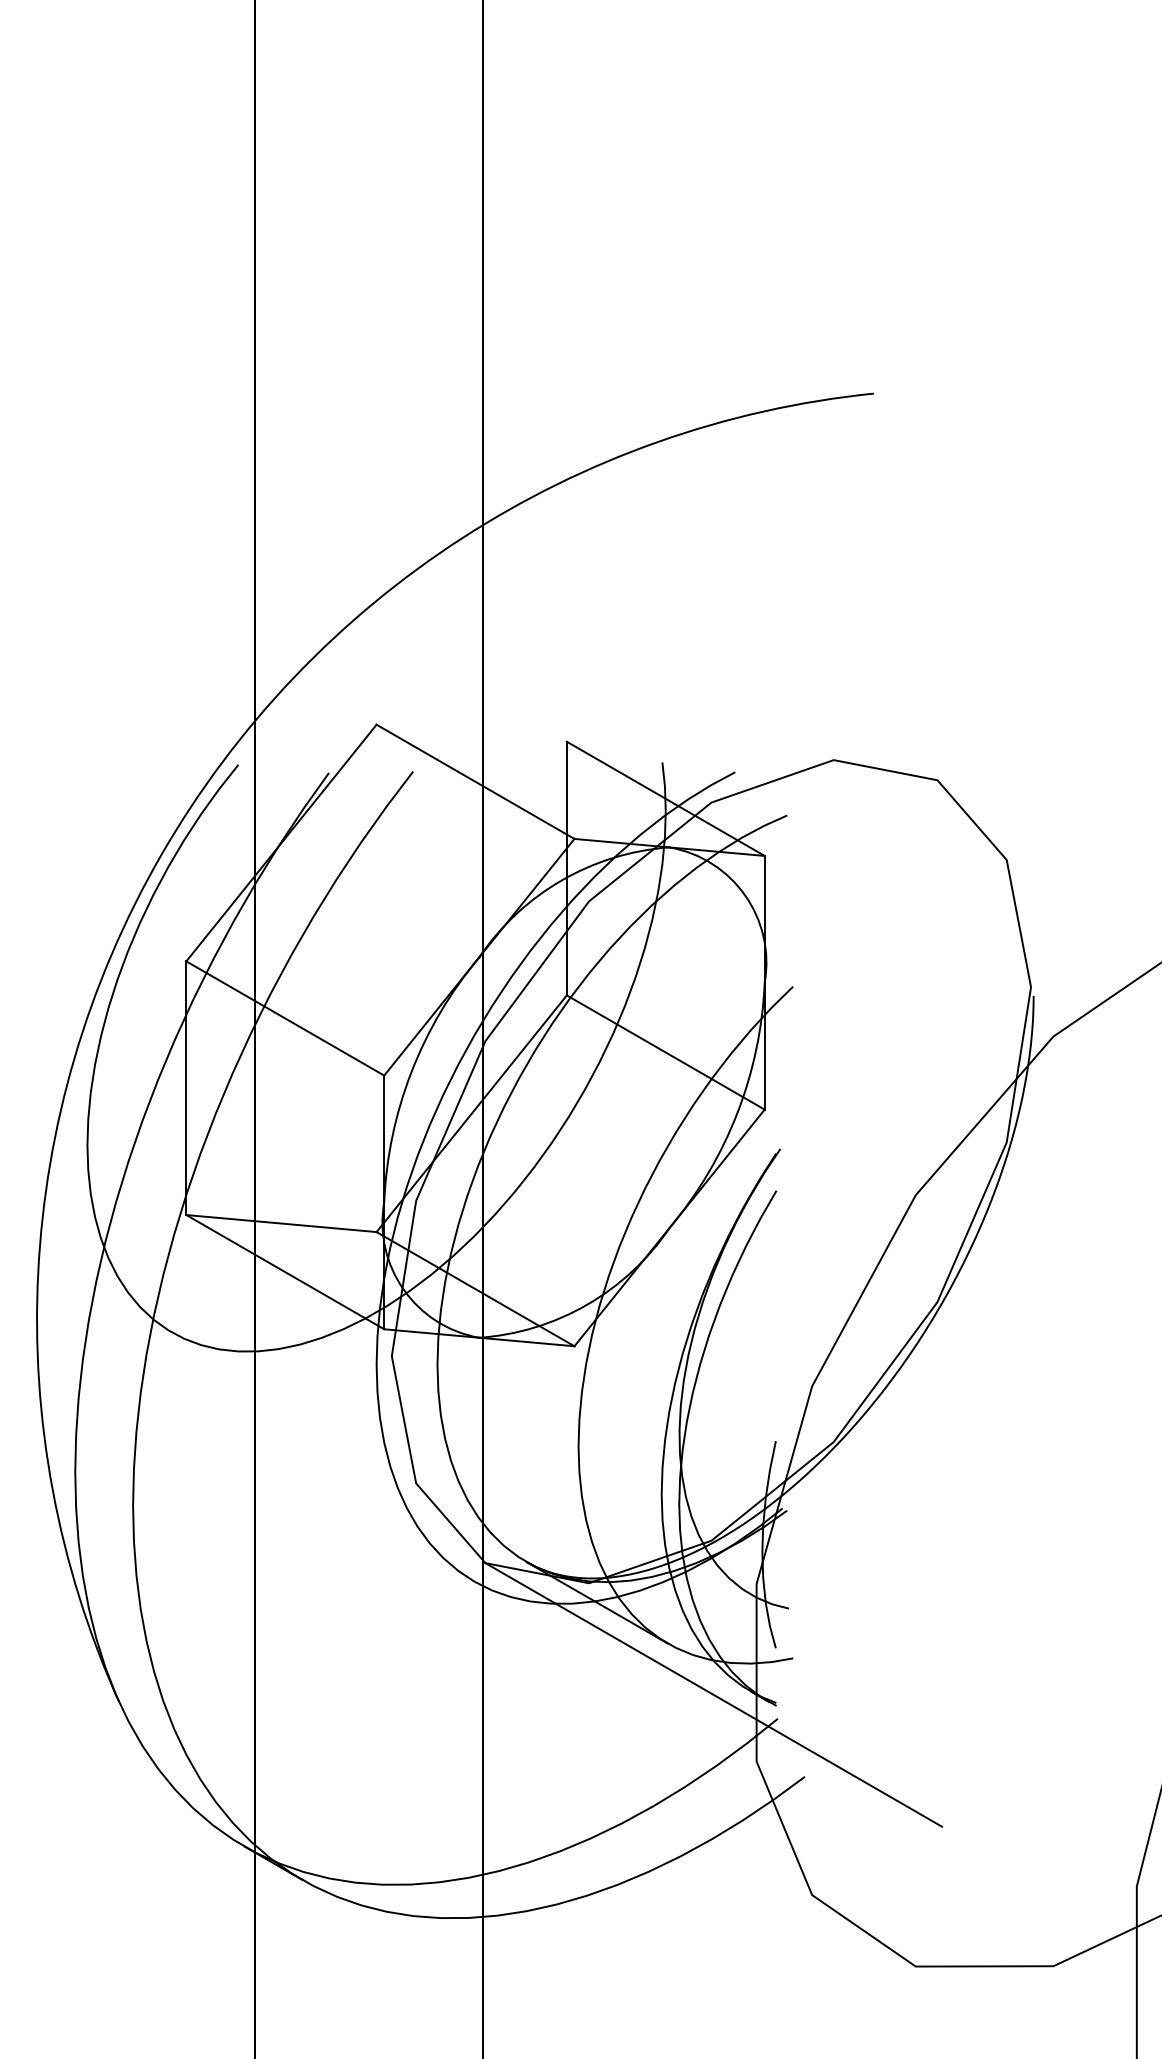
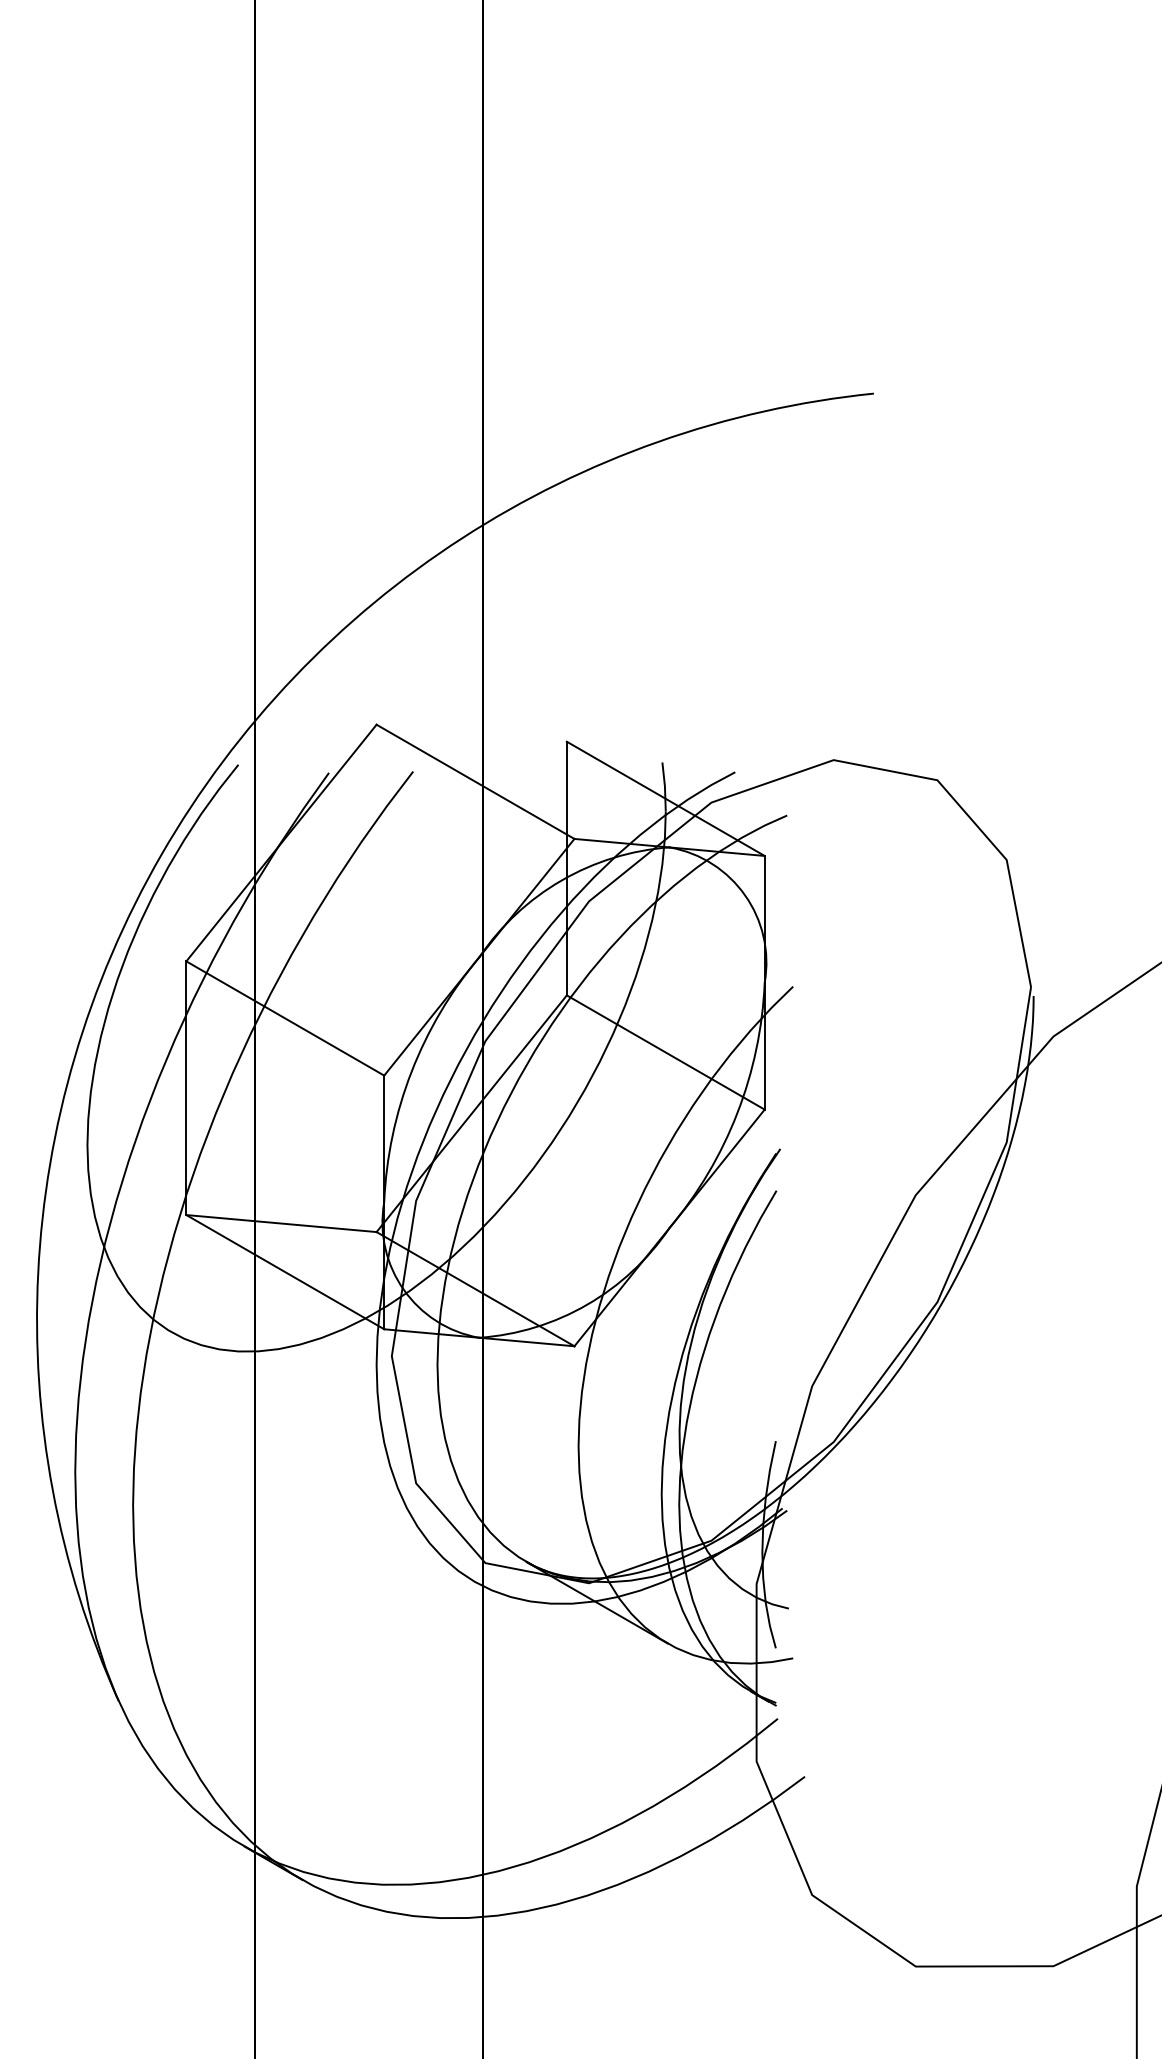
line at (713, 1694): present -> none
